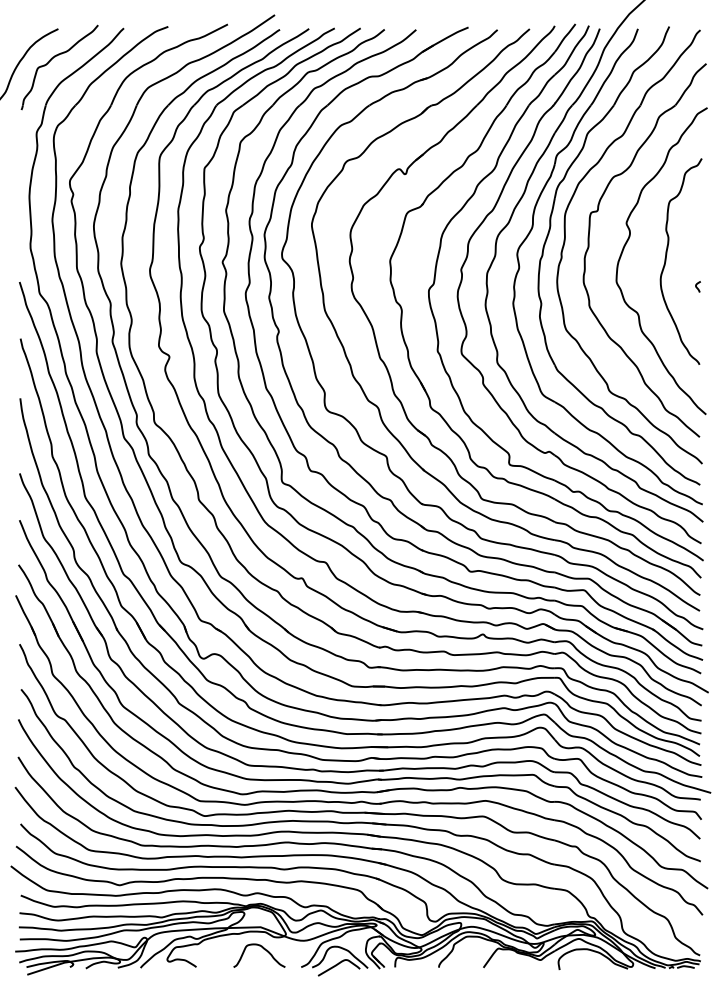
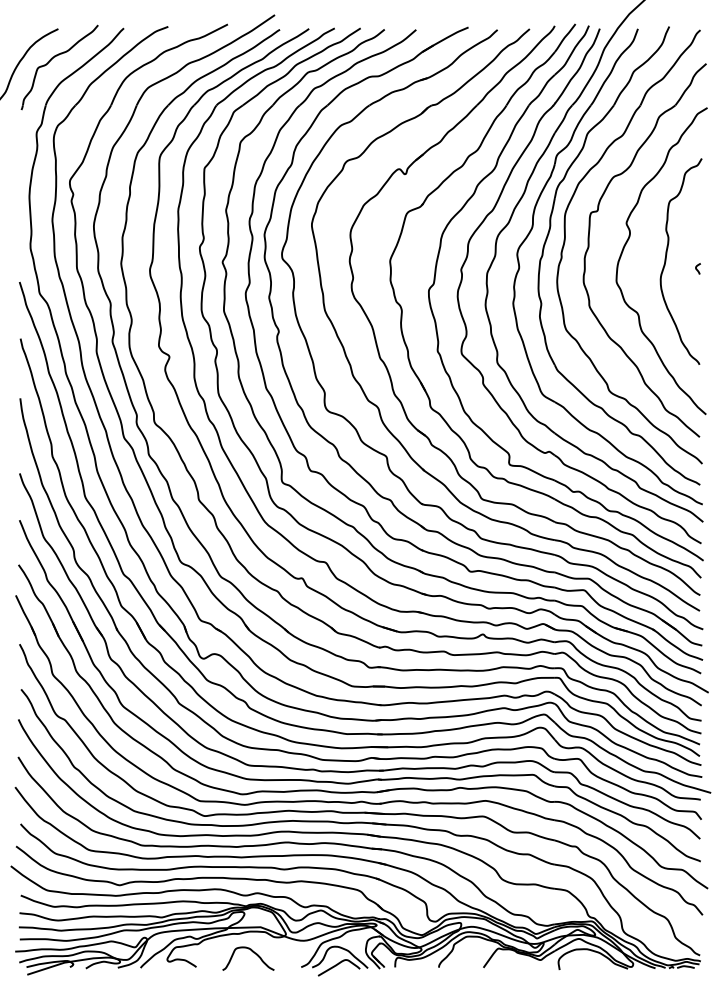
curve at (697, 286) position: (697, 286) -> (697, 268)
curve at (264, 950) position: (264, 950) -> (253, 953)
